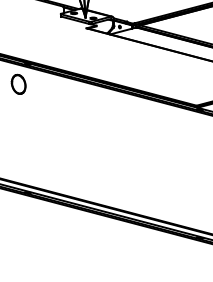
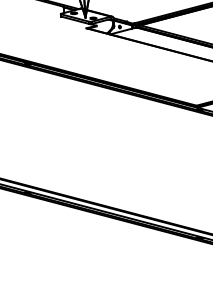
part at (18, 83): present -> none
